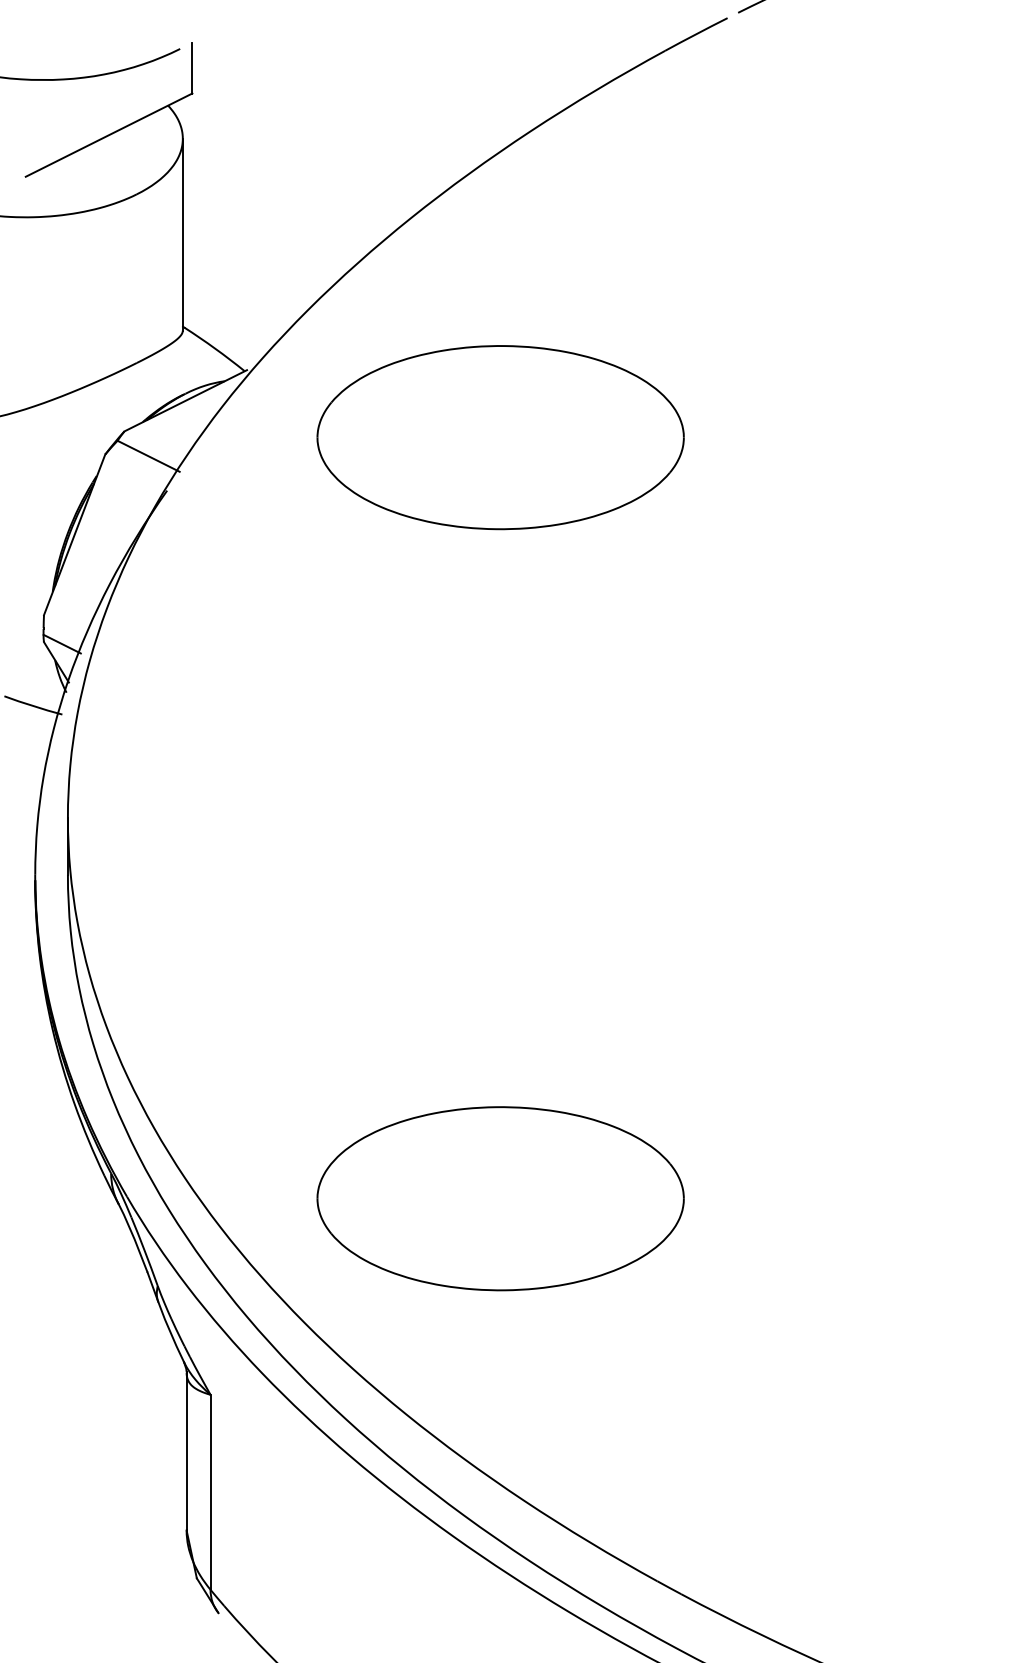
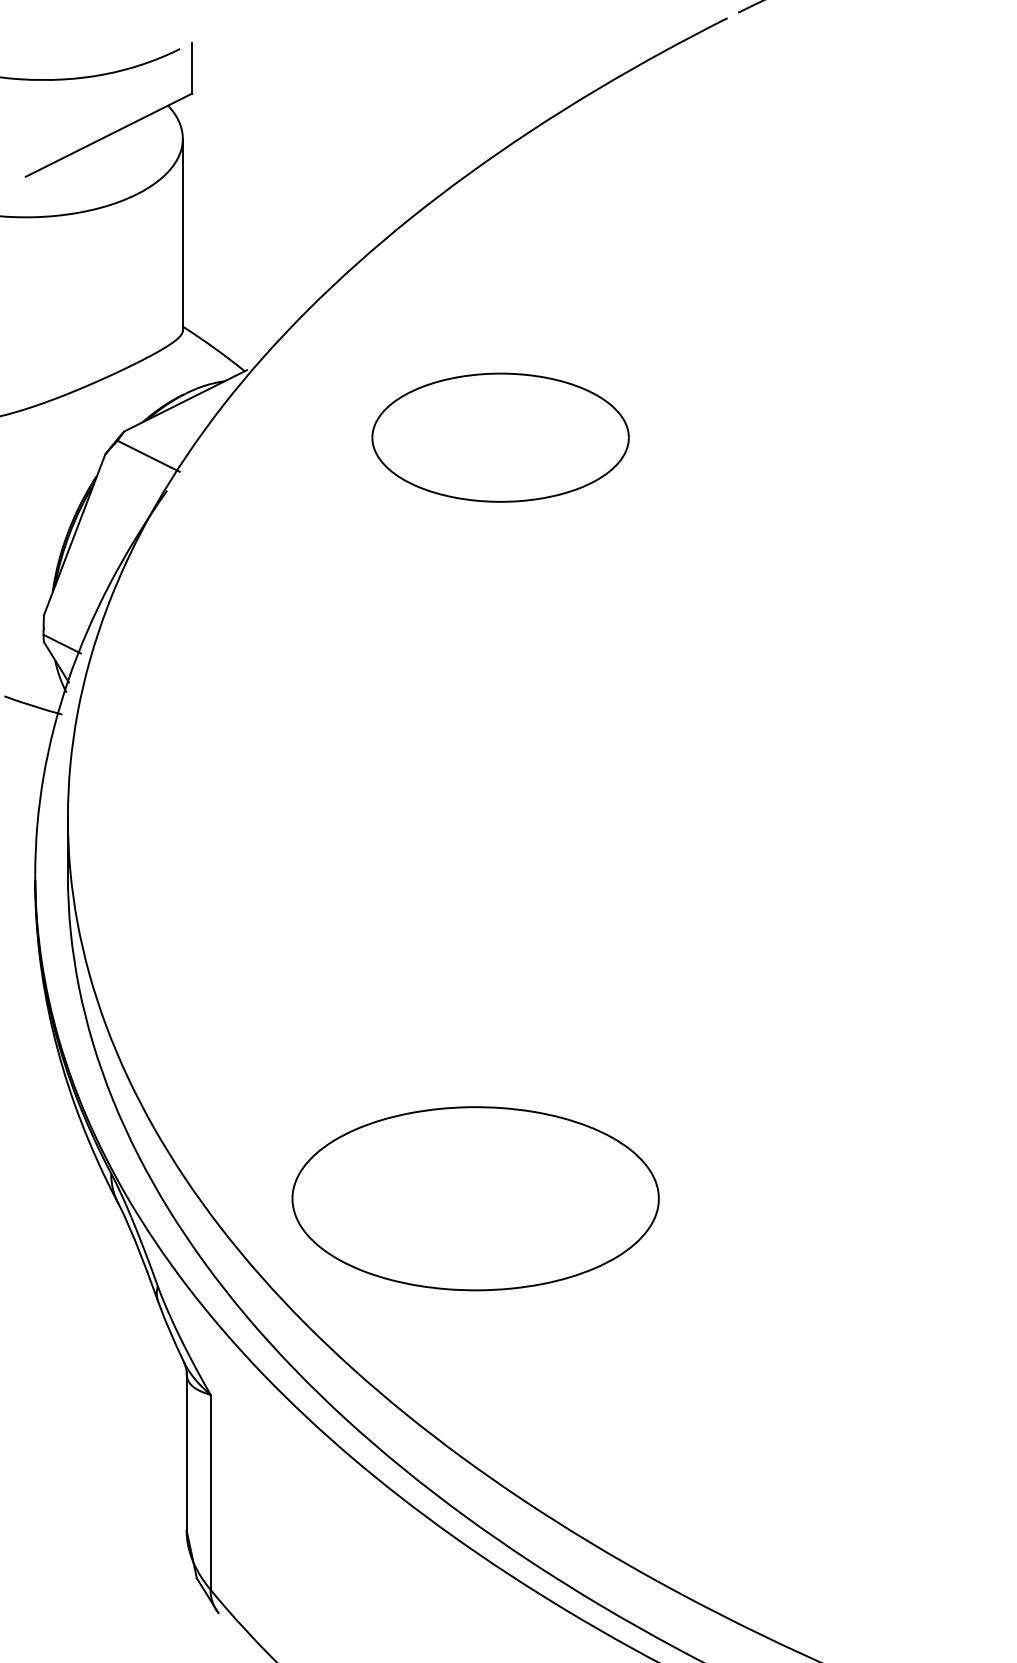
part at (500, 437) size: 369x186 px -> 259x131 px
part at (500, 1198) position: (500, 1198) -> (475, 1198)
